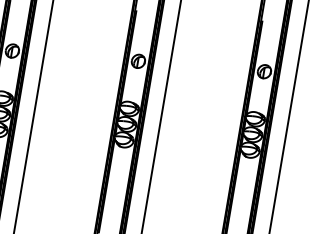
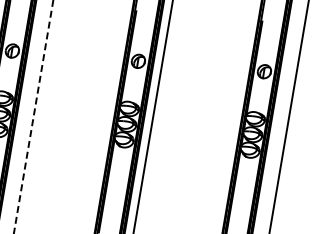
line at (33, 116): solid -> dashed
line at (161, 116) position: (161, 116) -> (152, 116)
